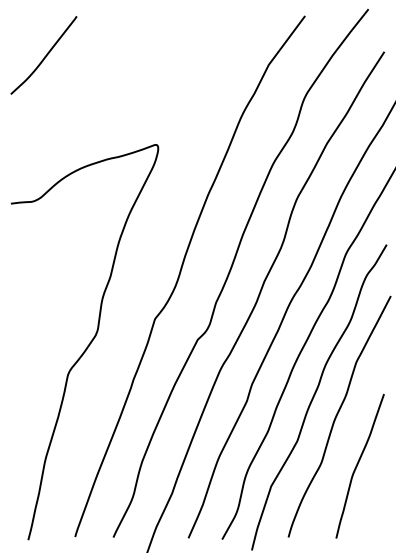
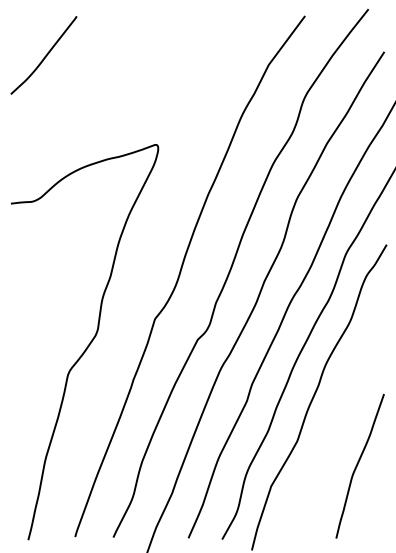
curve at (337, 416): present -> none
